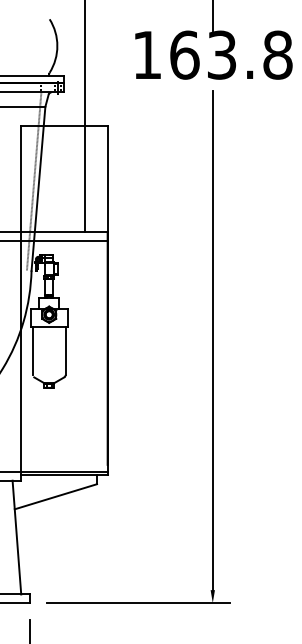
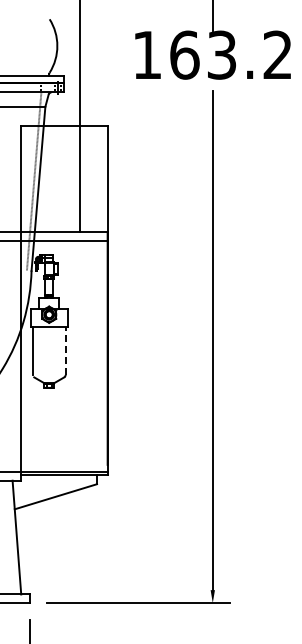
text at (277, 54): 163.8 -> 163.2
line at (84, 117) position: (84, 117) -> (79, 117)
line at (65, 350): solid -> dashed
